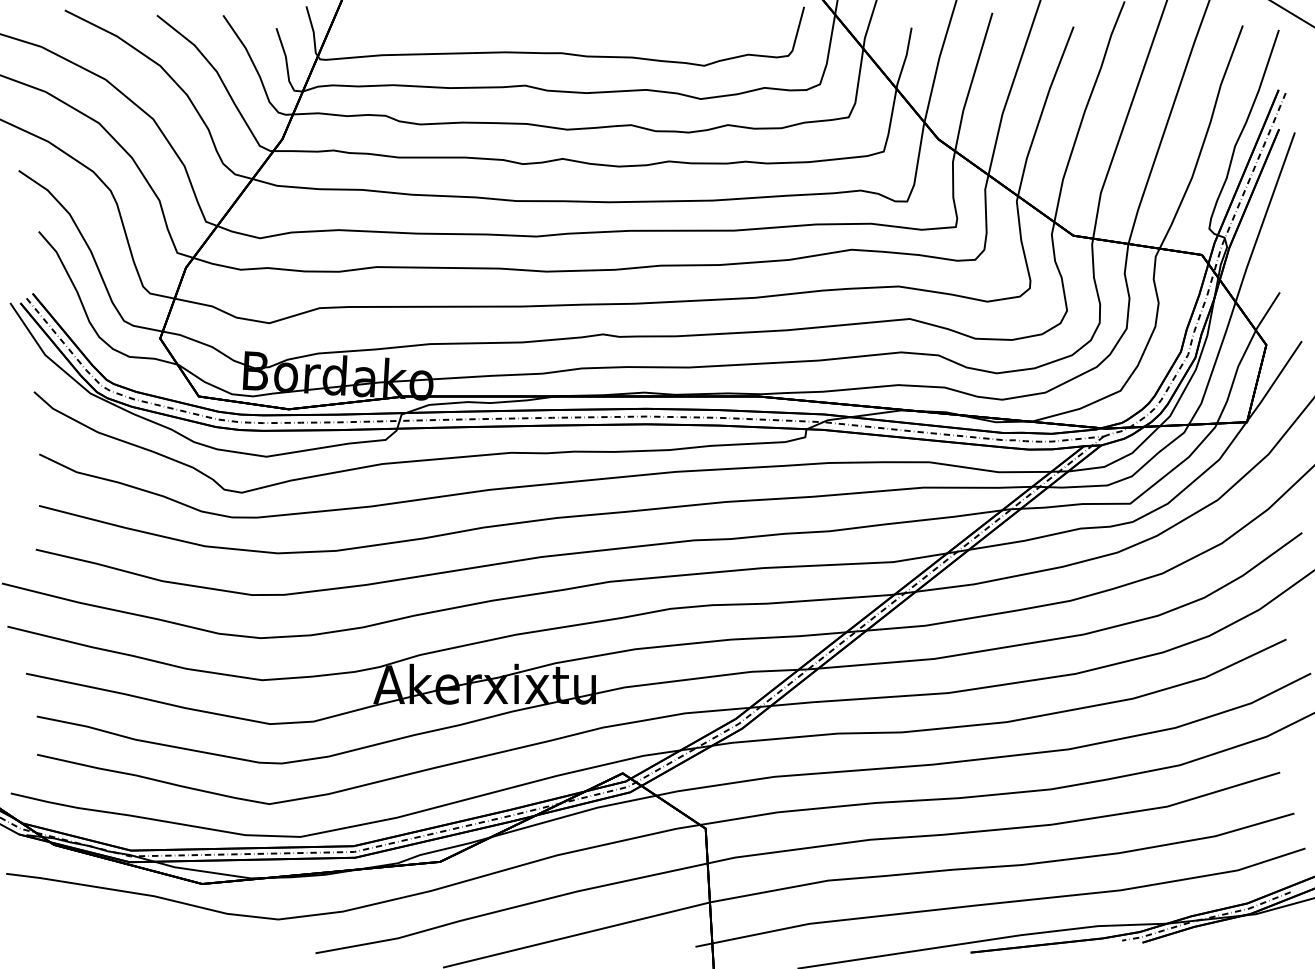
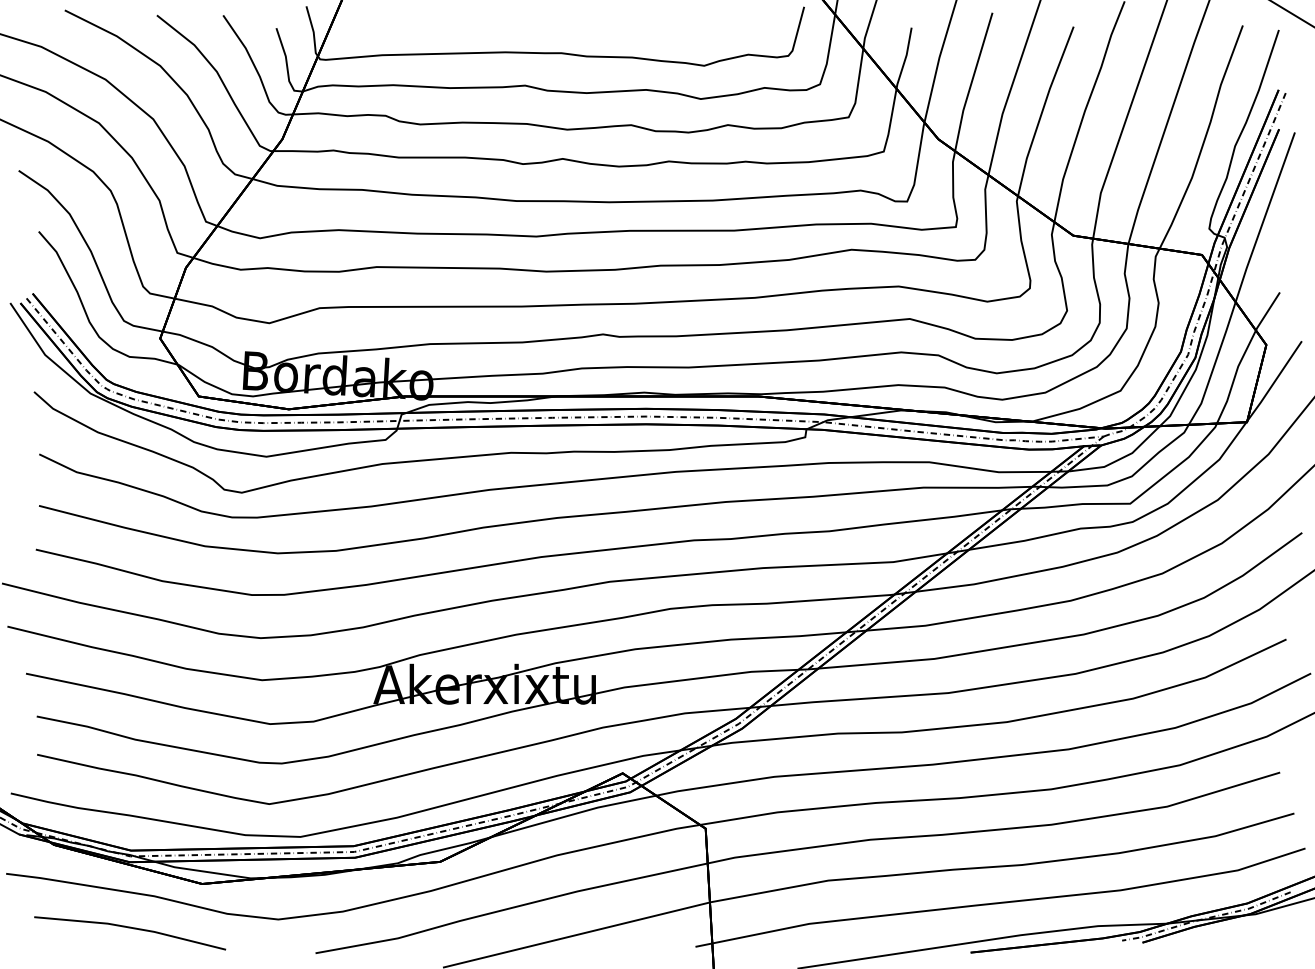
line at (130, 928): none -> present
